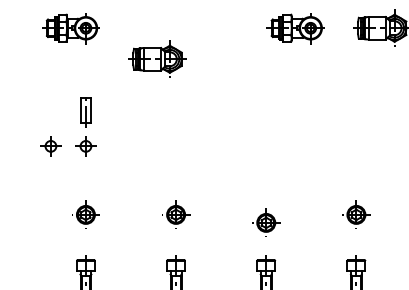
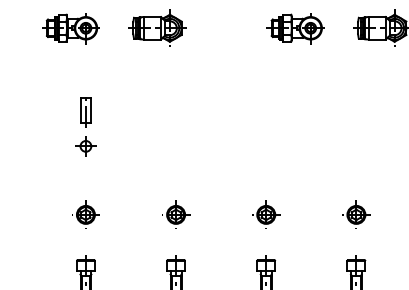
part at (157, 58) position: (157, 58) -> (157, 27)
part at (50, 146): present -> none
part at (266, 222) position: (266, 222) -> (266, 214)
